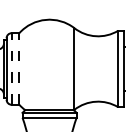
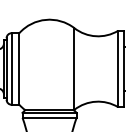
line at (11, 68): dashed -> solid
line at (19, 68): dashed -> solid
